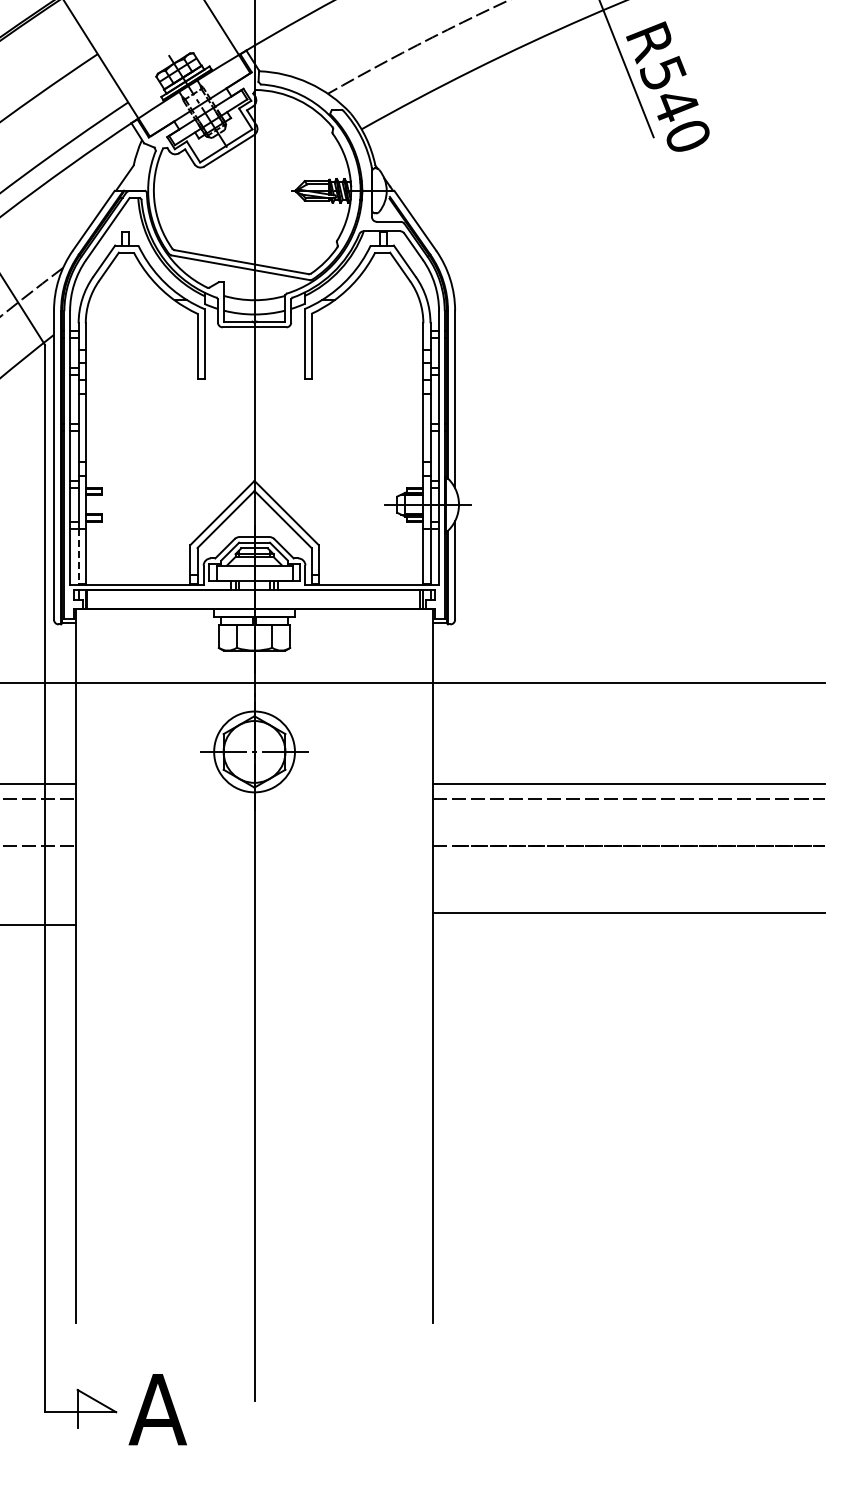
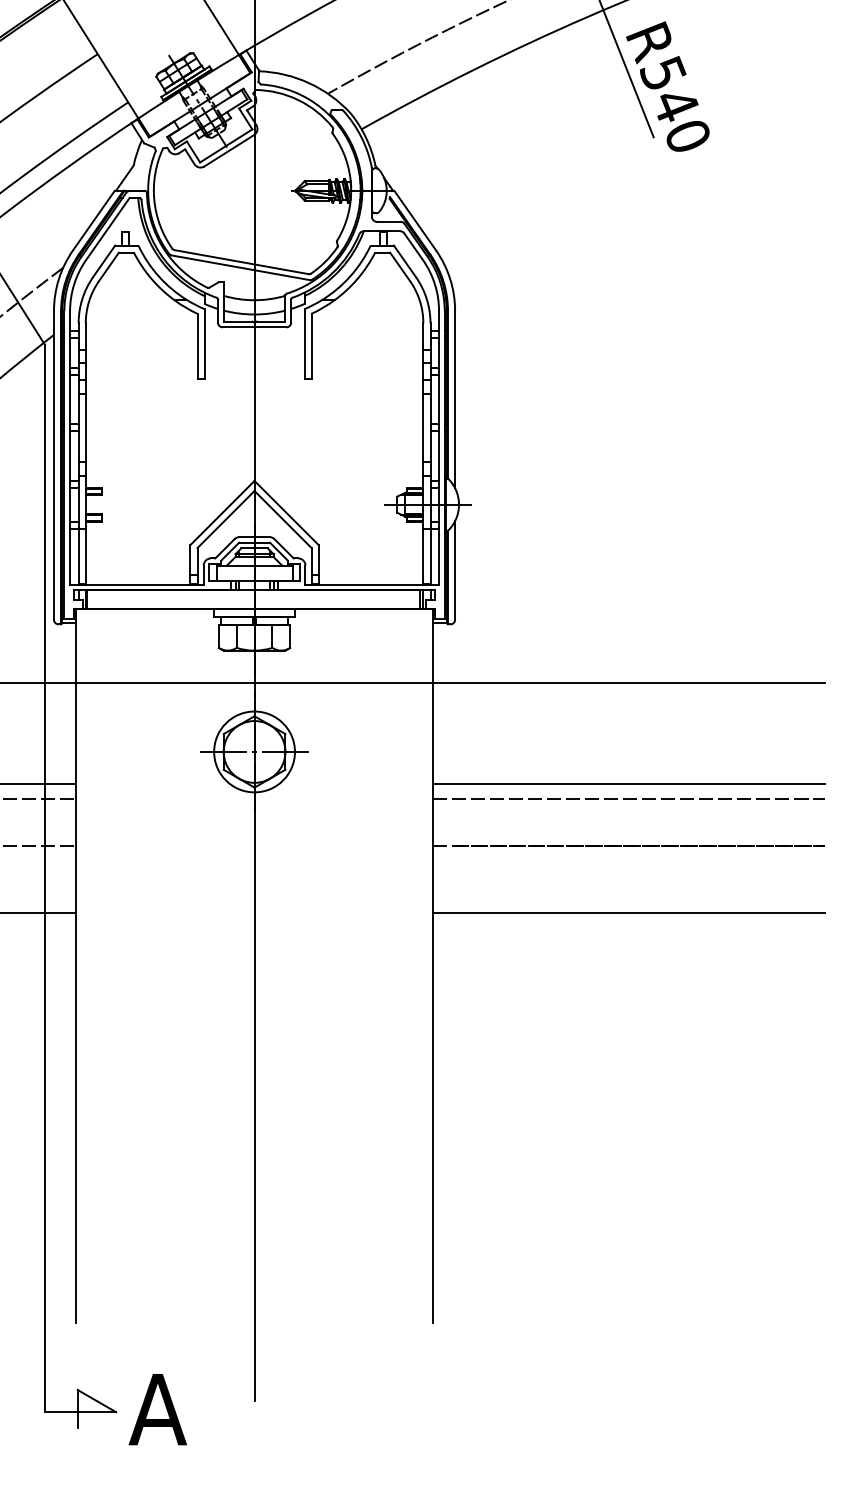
line at (78, 557): dashed -> solid
line at (39, 924) position: (39, 924) -> (39, 912)
